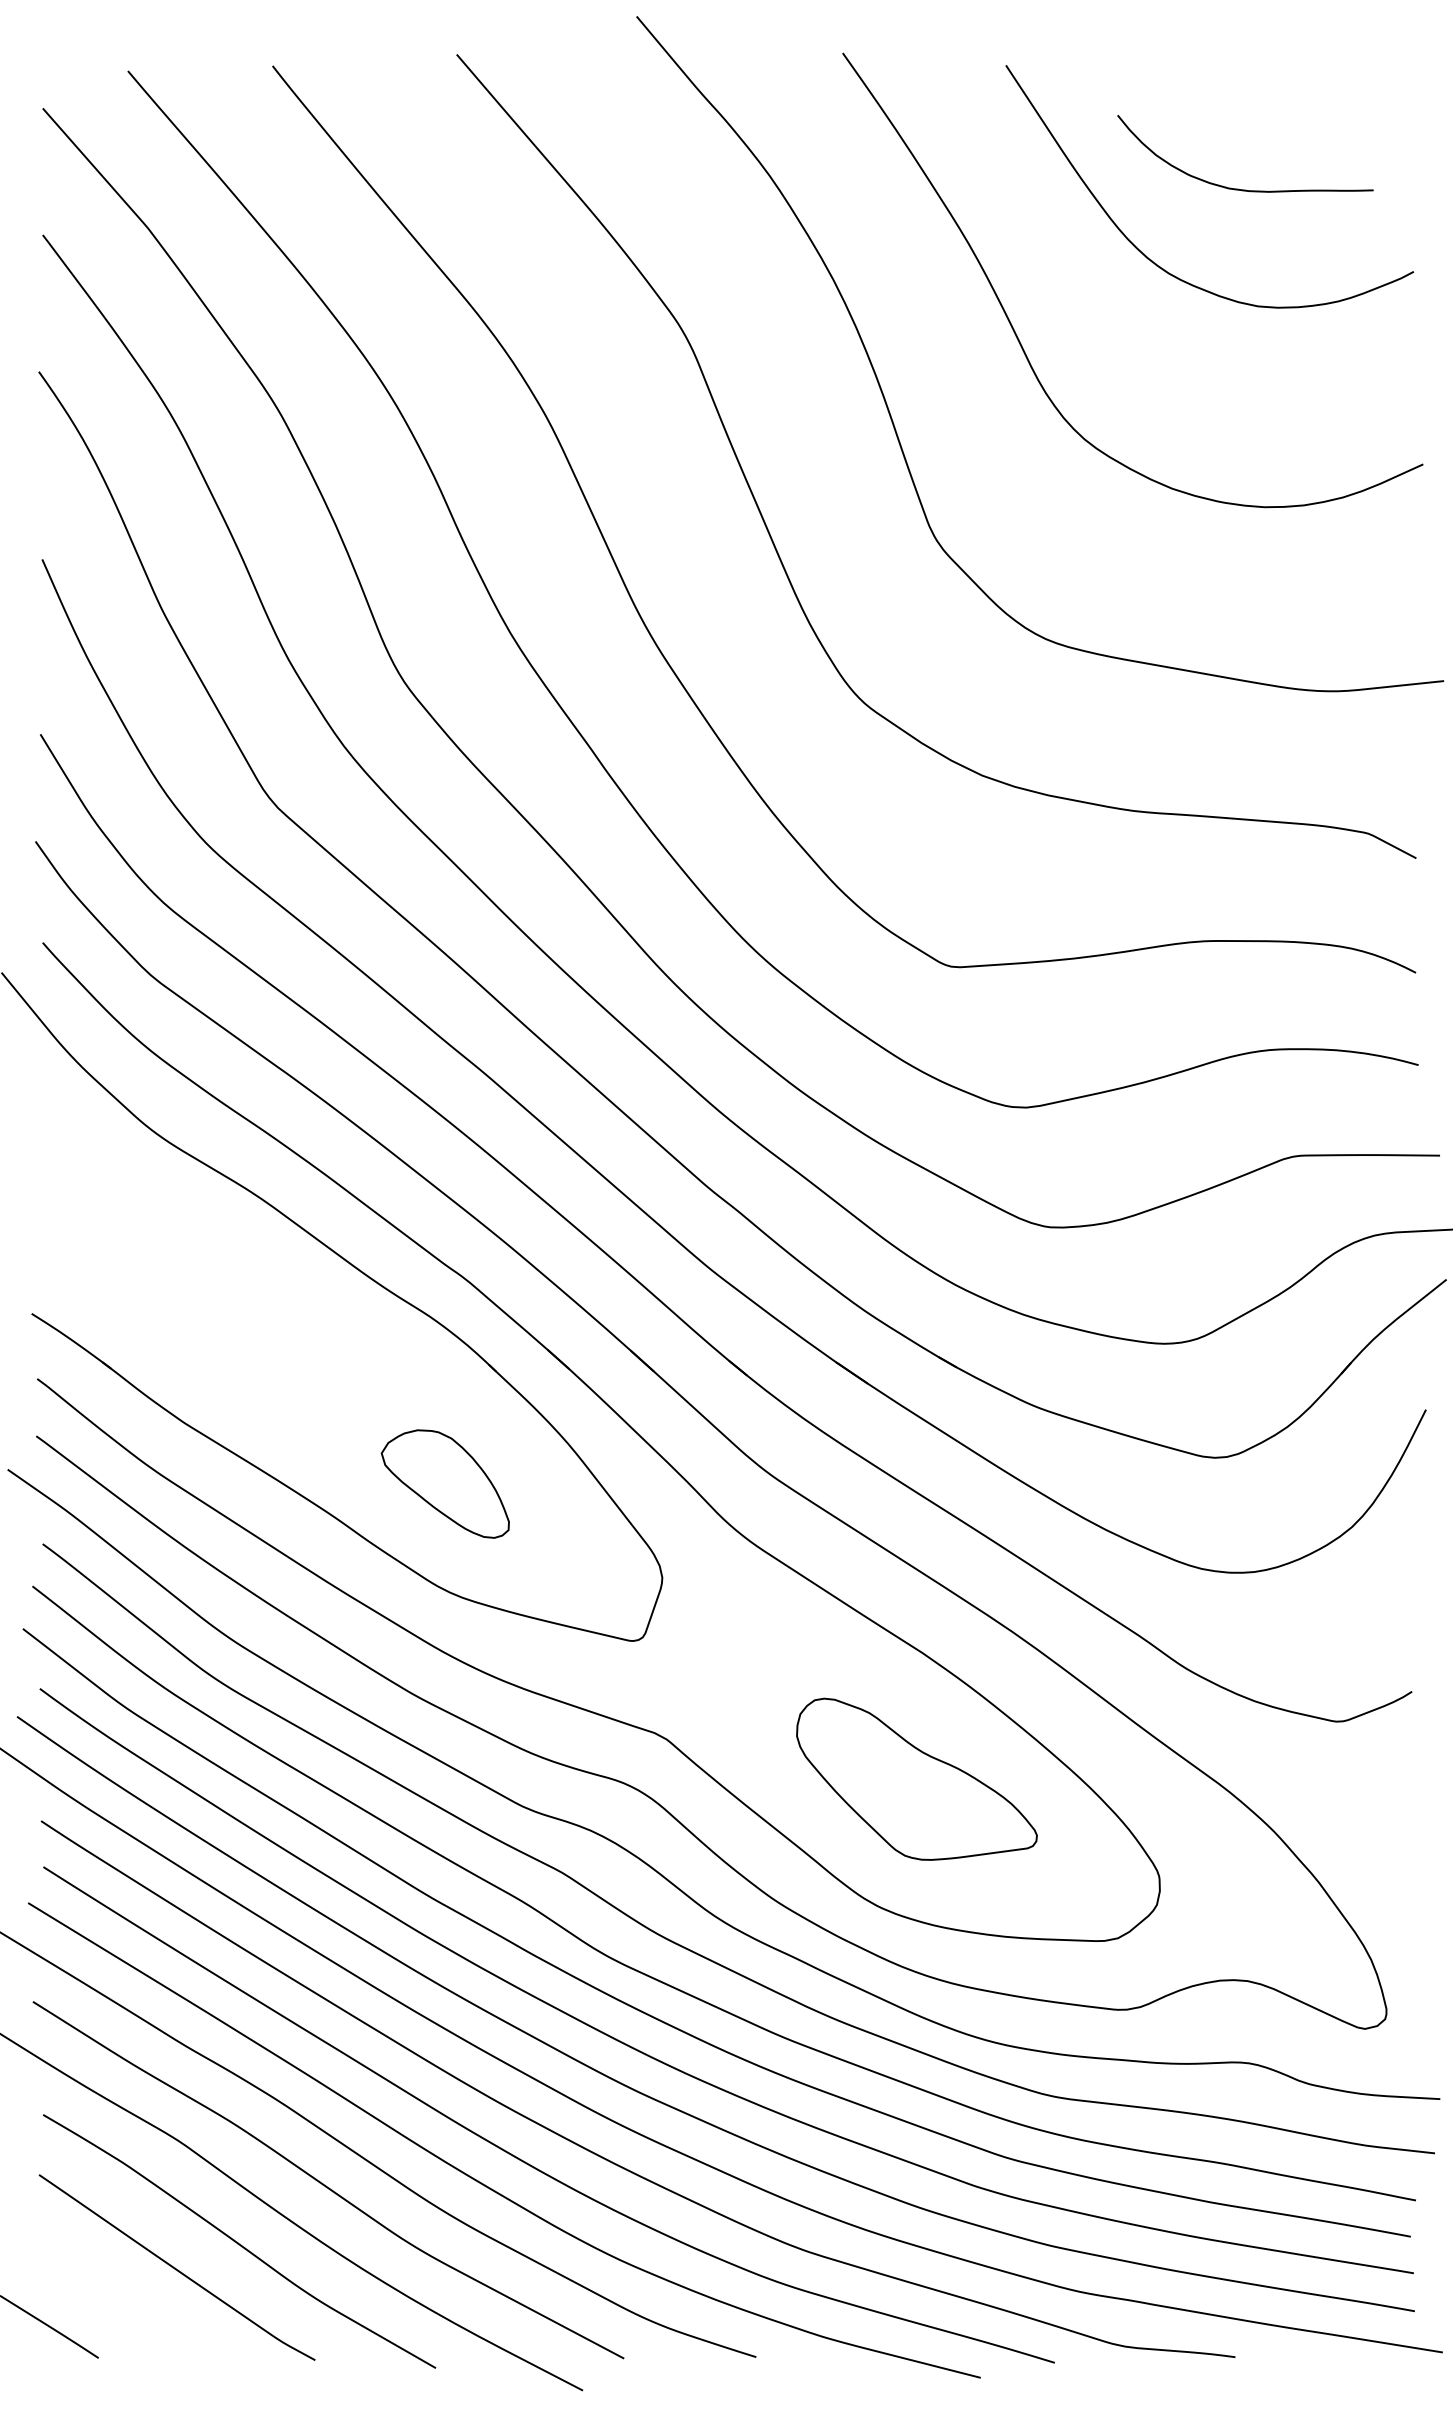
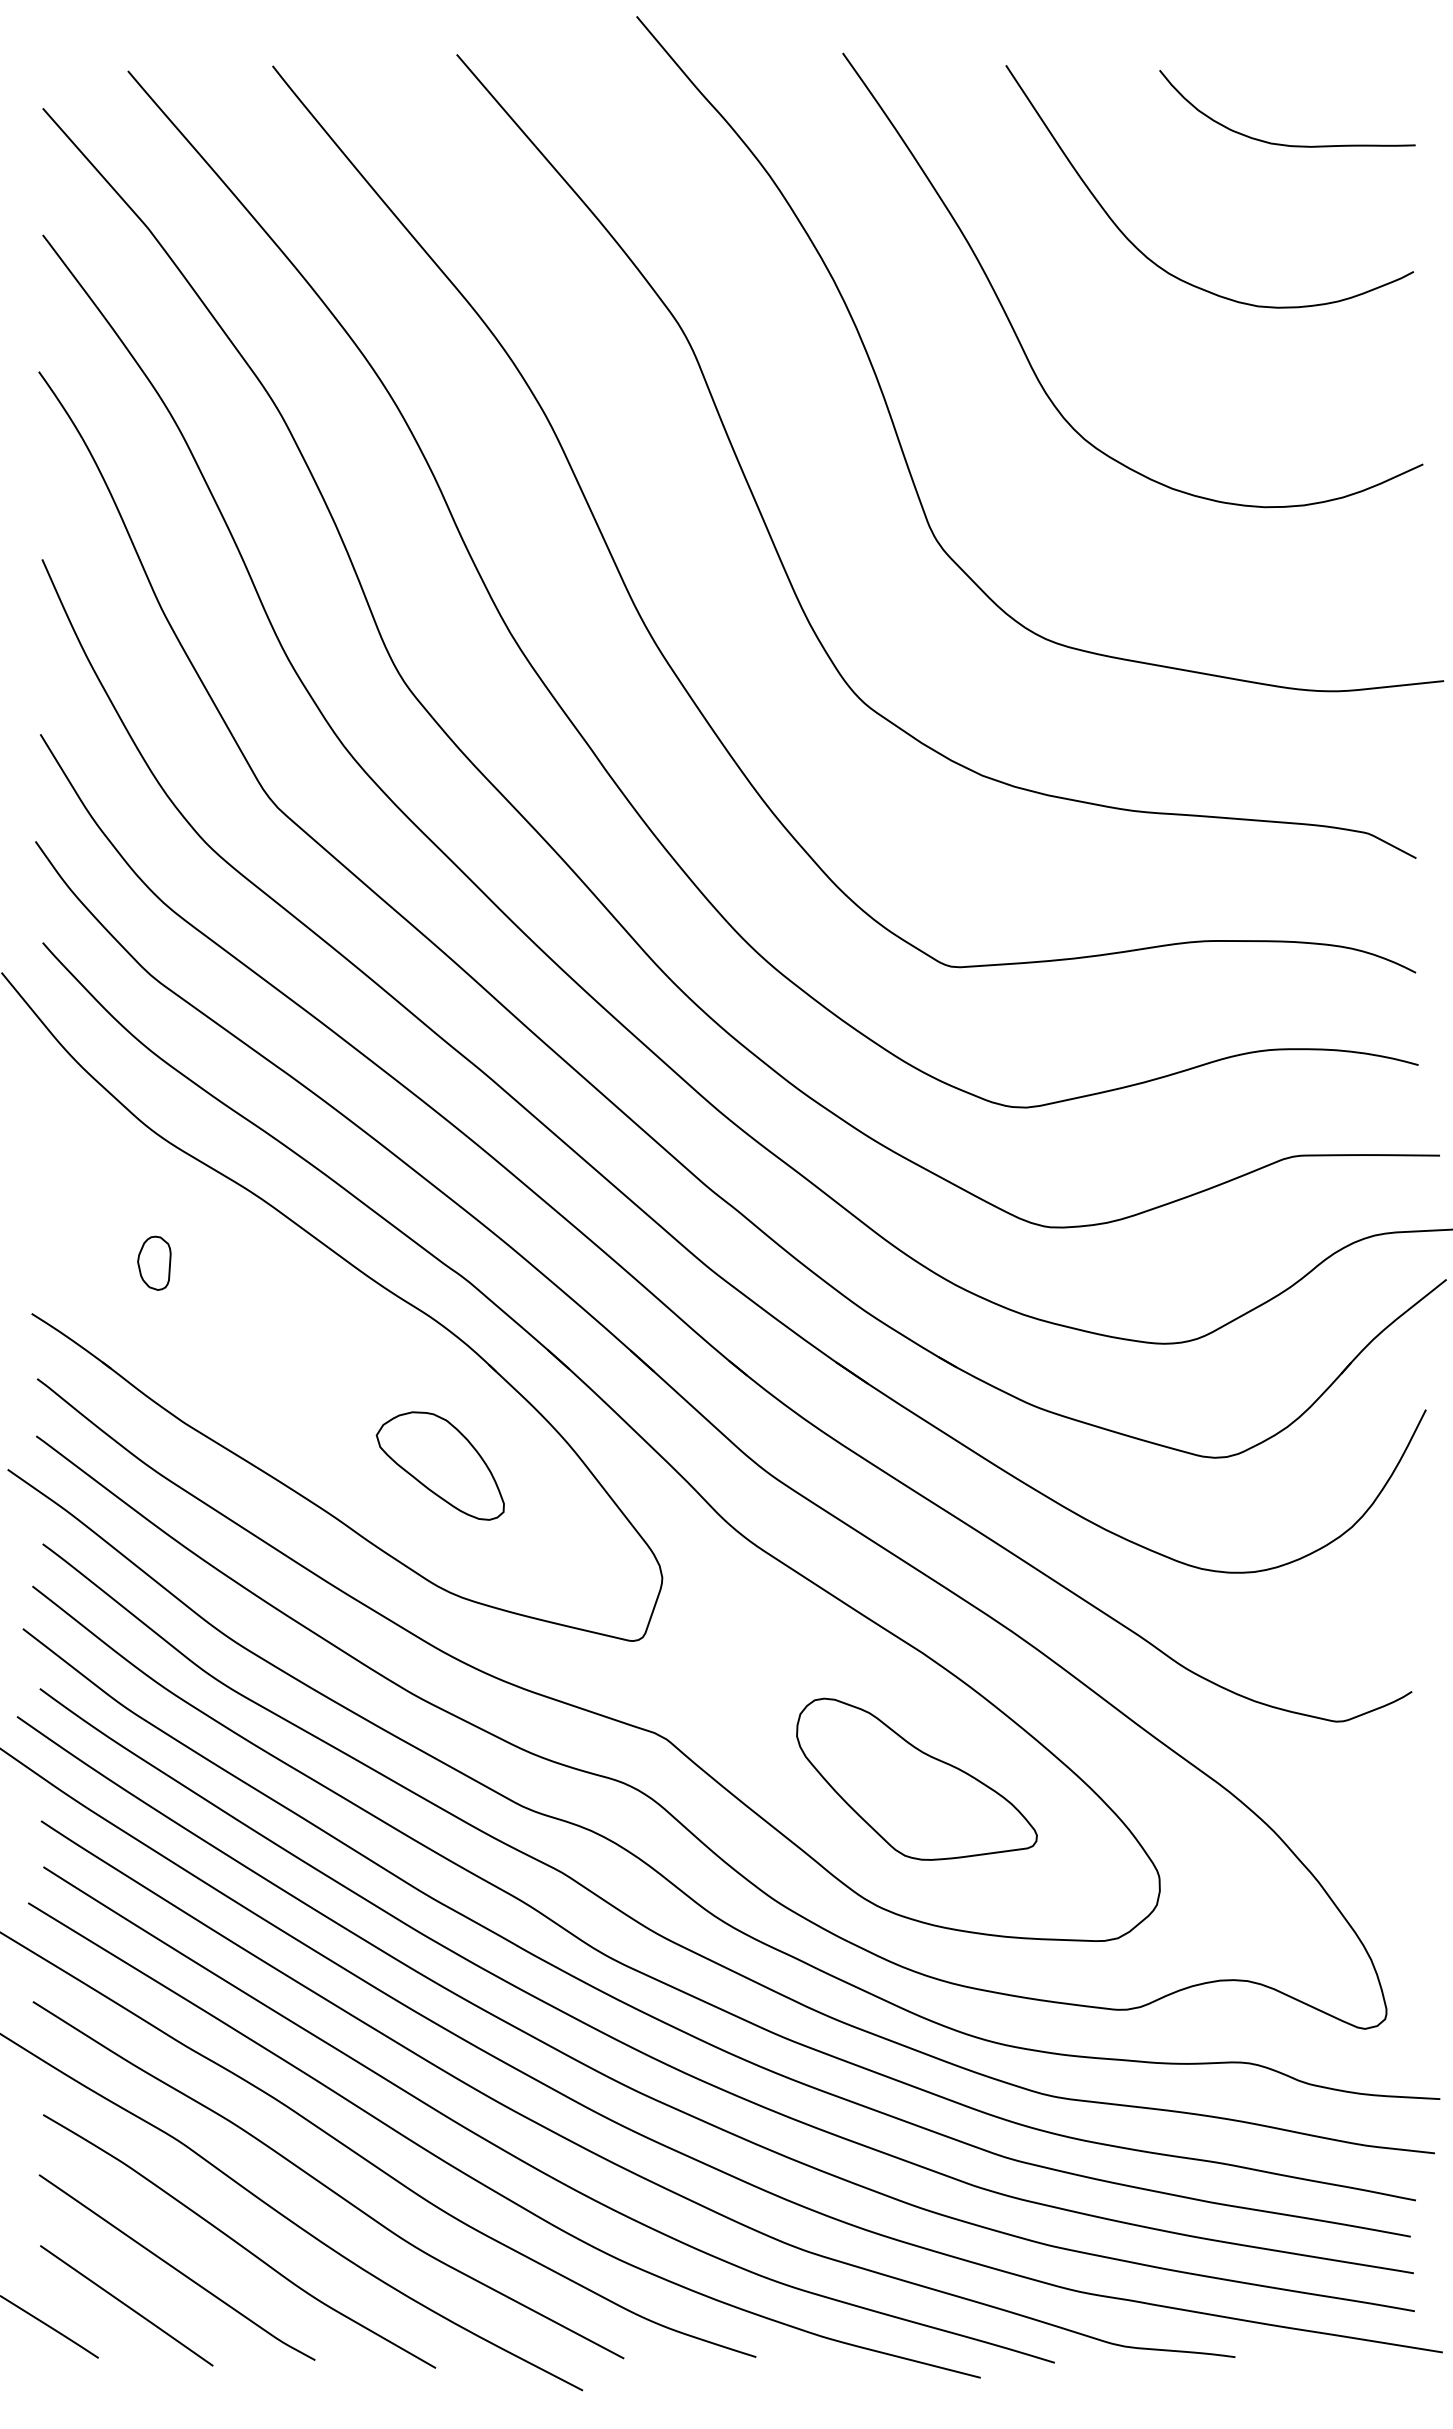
curve at (1238, 188) position: (1238, 188) -> (1280, 143)
part at (154, 1262): none -> present
part at (444, 1483) position: (444, 1483) -> (439, 1465)
line at (126, 2305): none -> present
